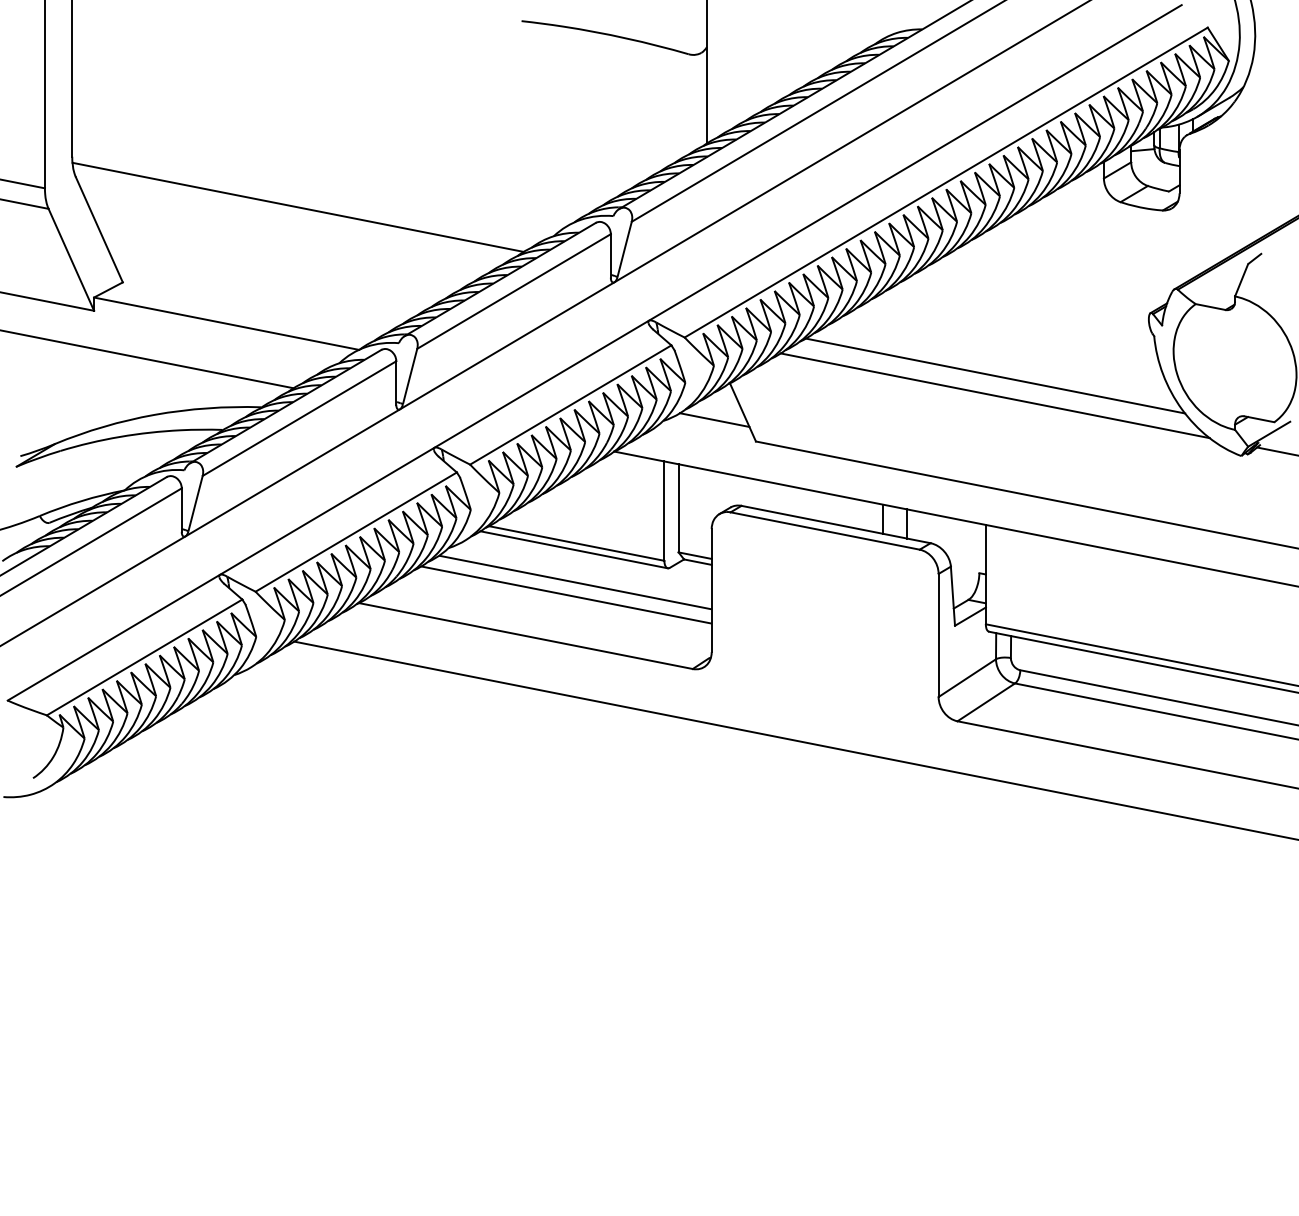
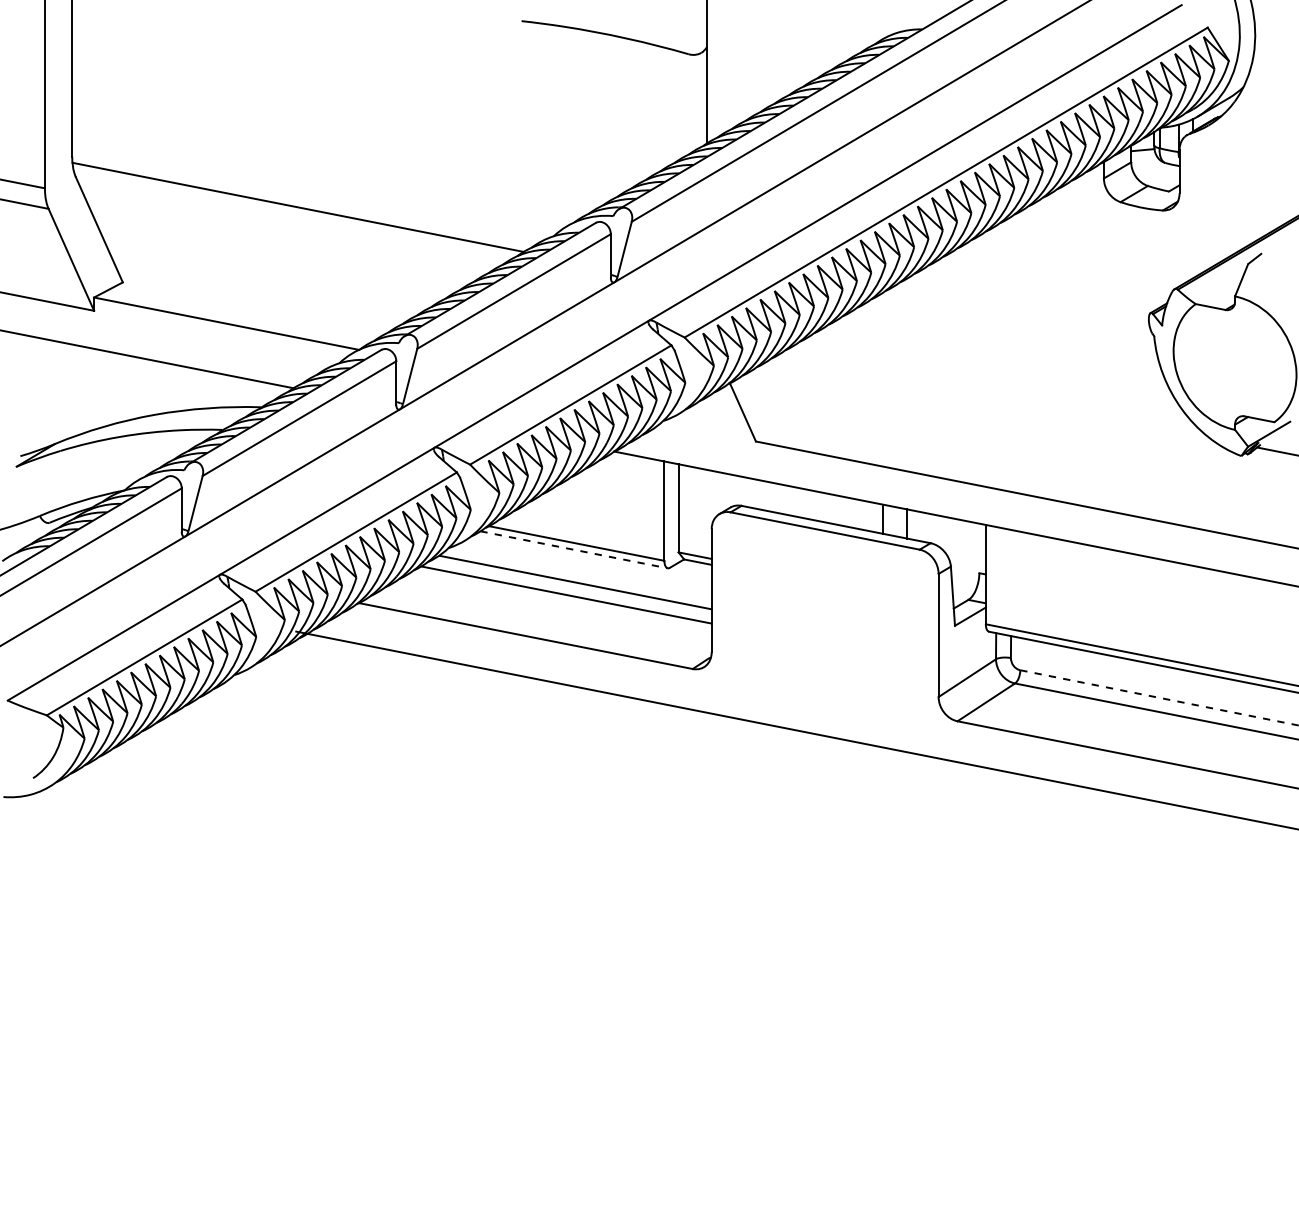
line at (995, 375): present -> none
line at (994, 395): present -> none
line at (714, 419): present -> none
line at (574, 549): solid -> dashed
line at (1159, 697): solid -> dashed
line at (794, 740) position: (794, 740) -> (795, 730)
